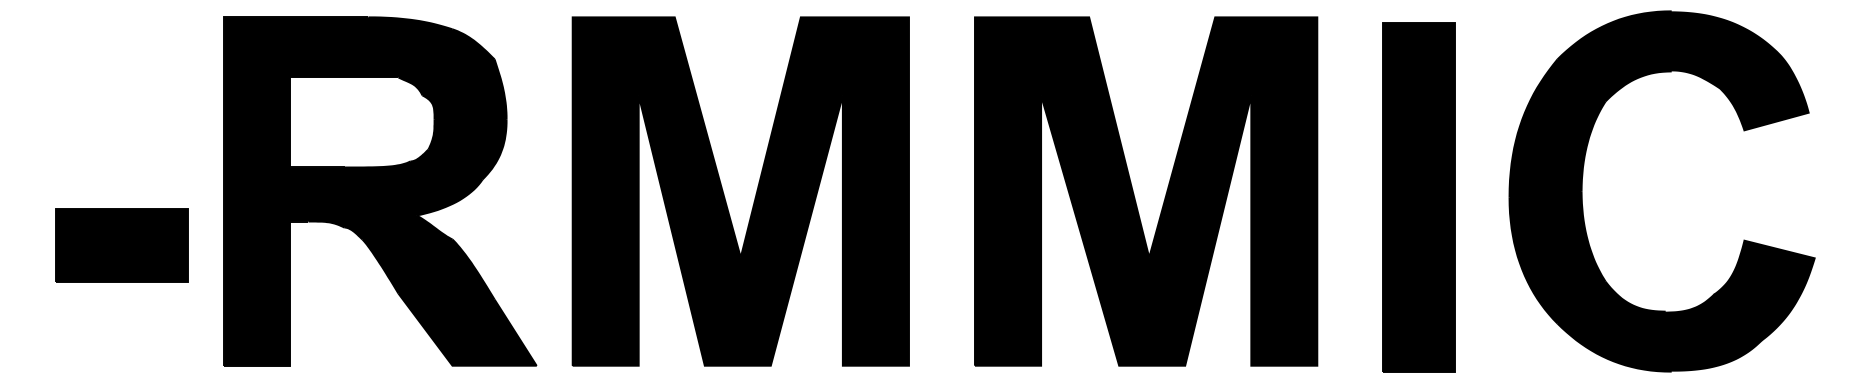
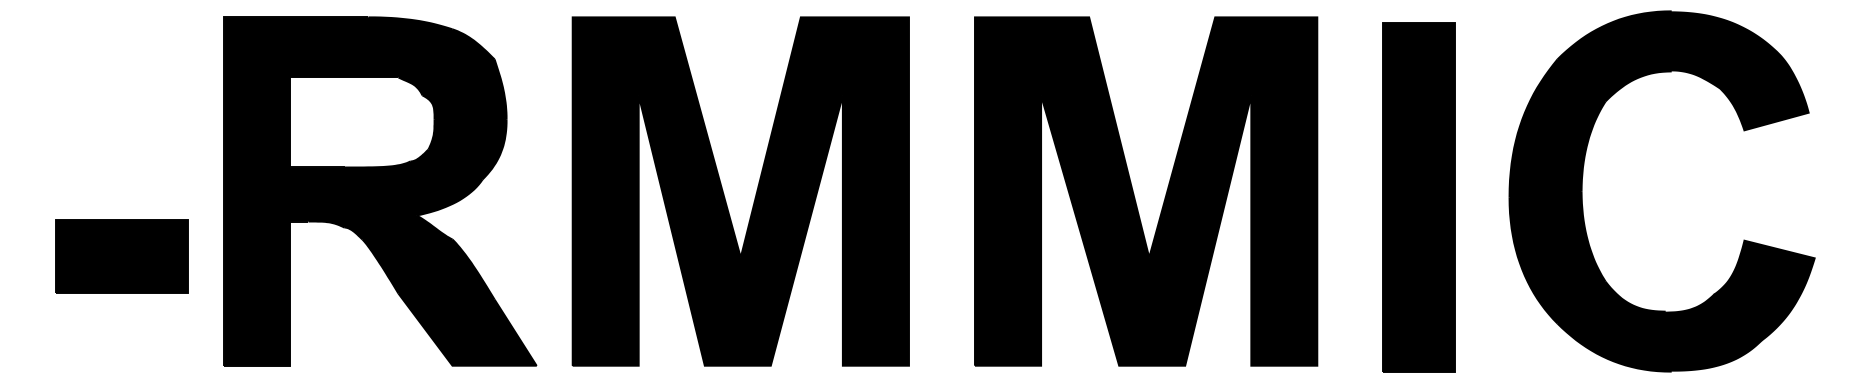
part at (121, 245) position: (121, 245) -> (121, 256)
